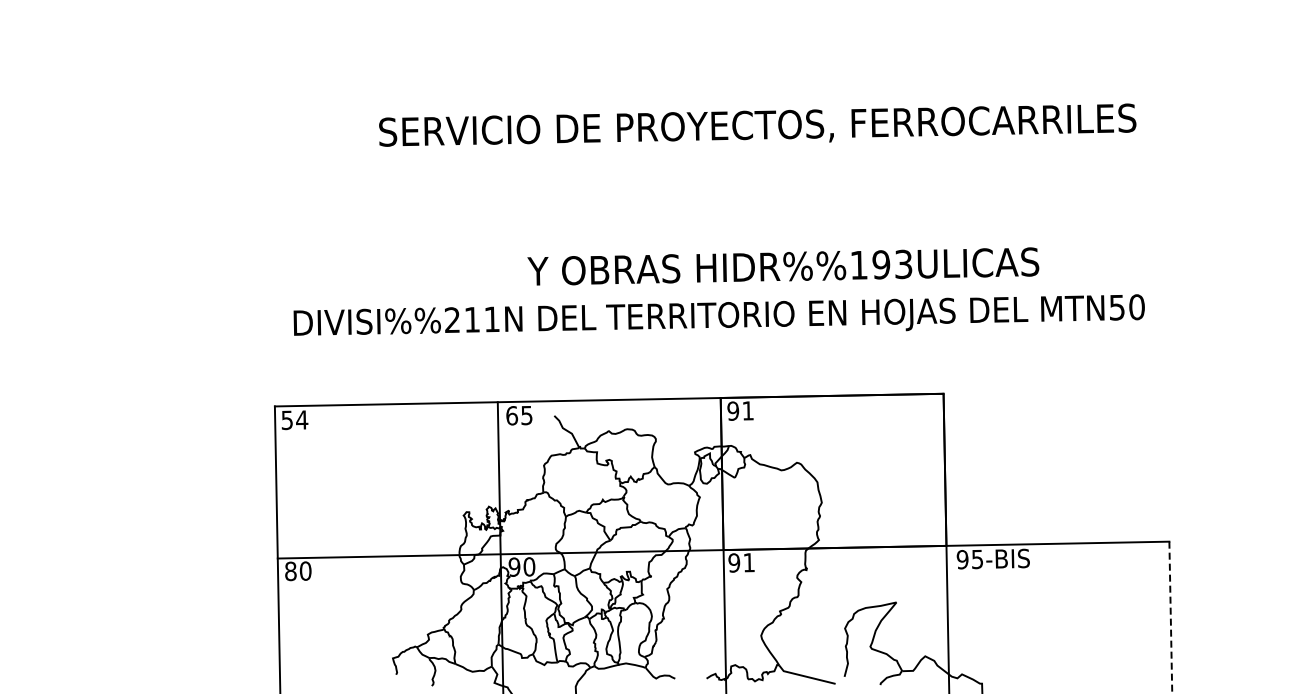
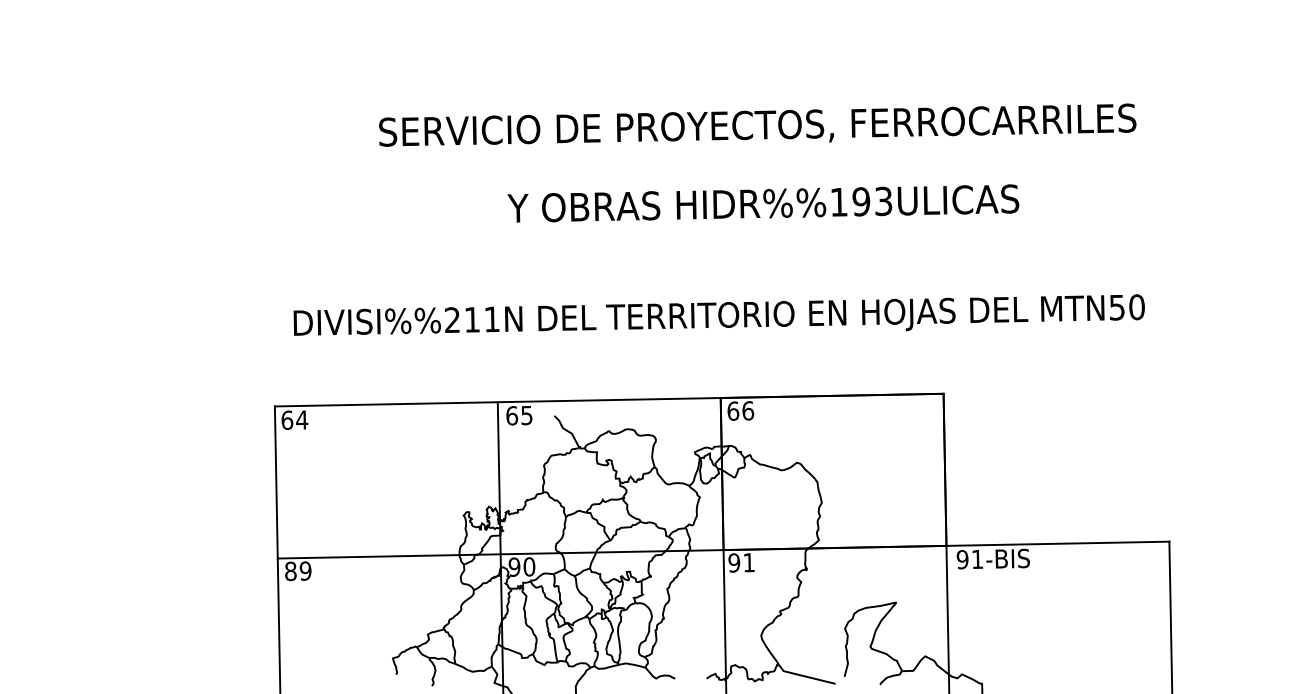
text at (783, 266) position: (783, 266) -> (763, 203)
text at (740, 410): 91 -> 66
text at (287, 420): 54 -> 64
text at (977, 559): 95-BIS -> 91-BIS
text at (305, 570): 80 -> 89
line at (1170, 617): dashed -> solid
